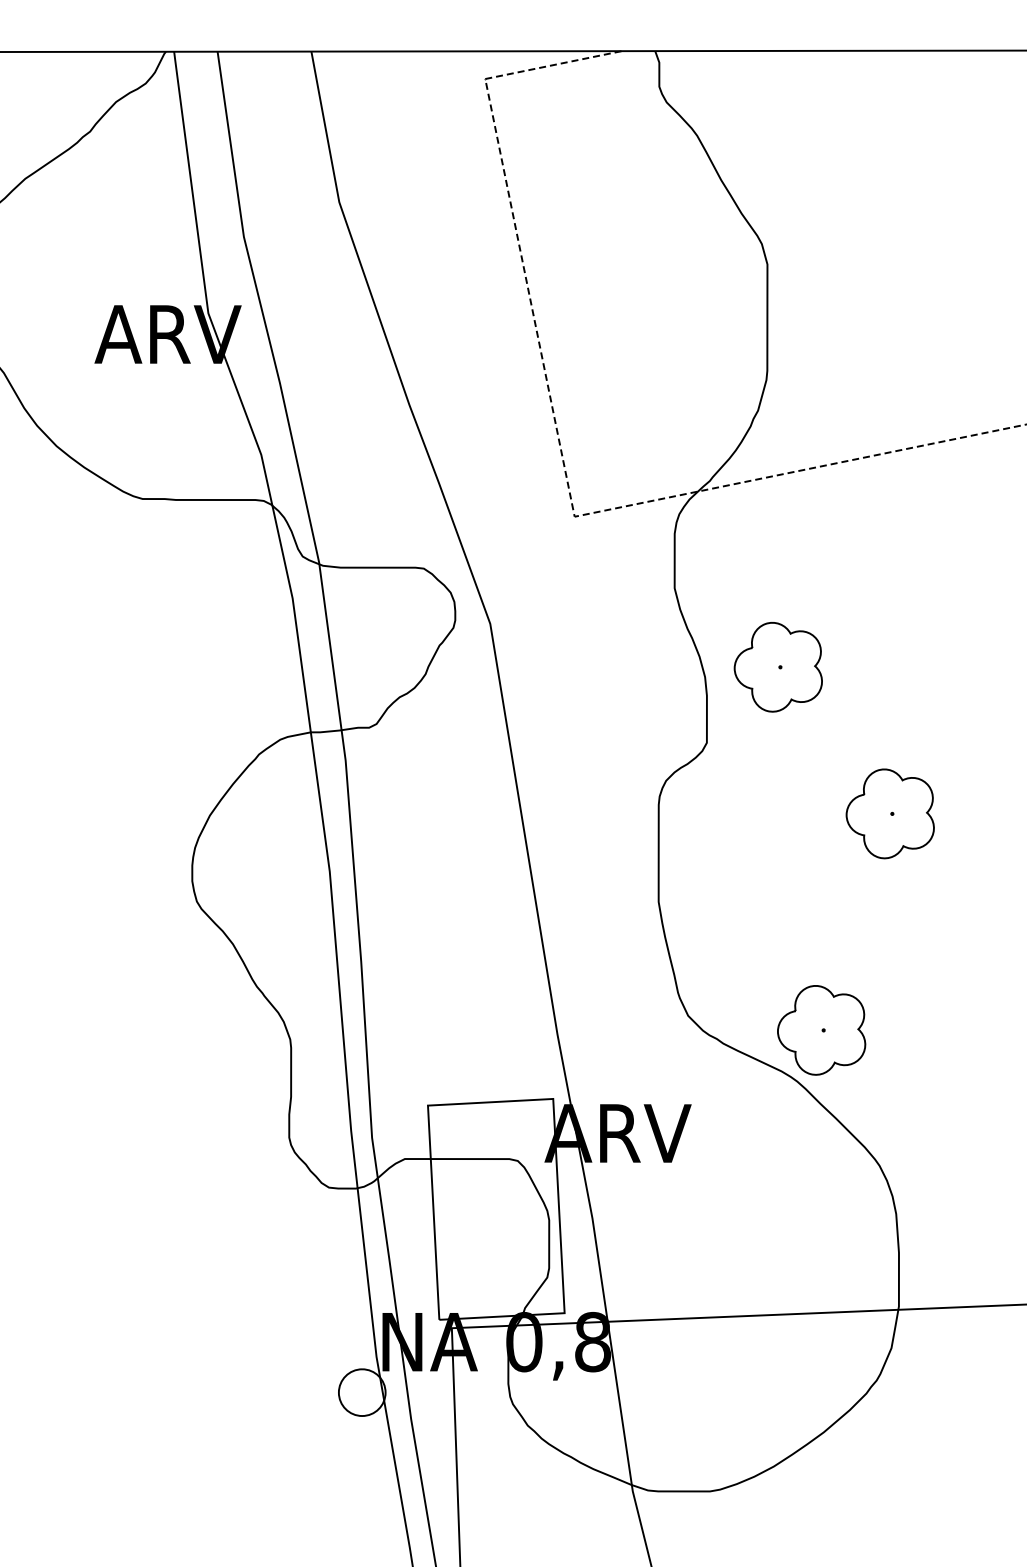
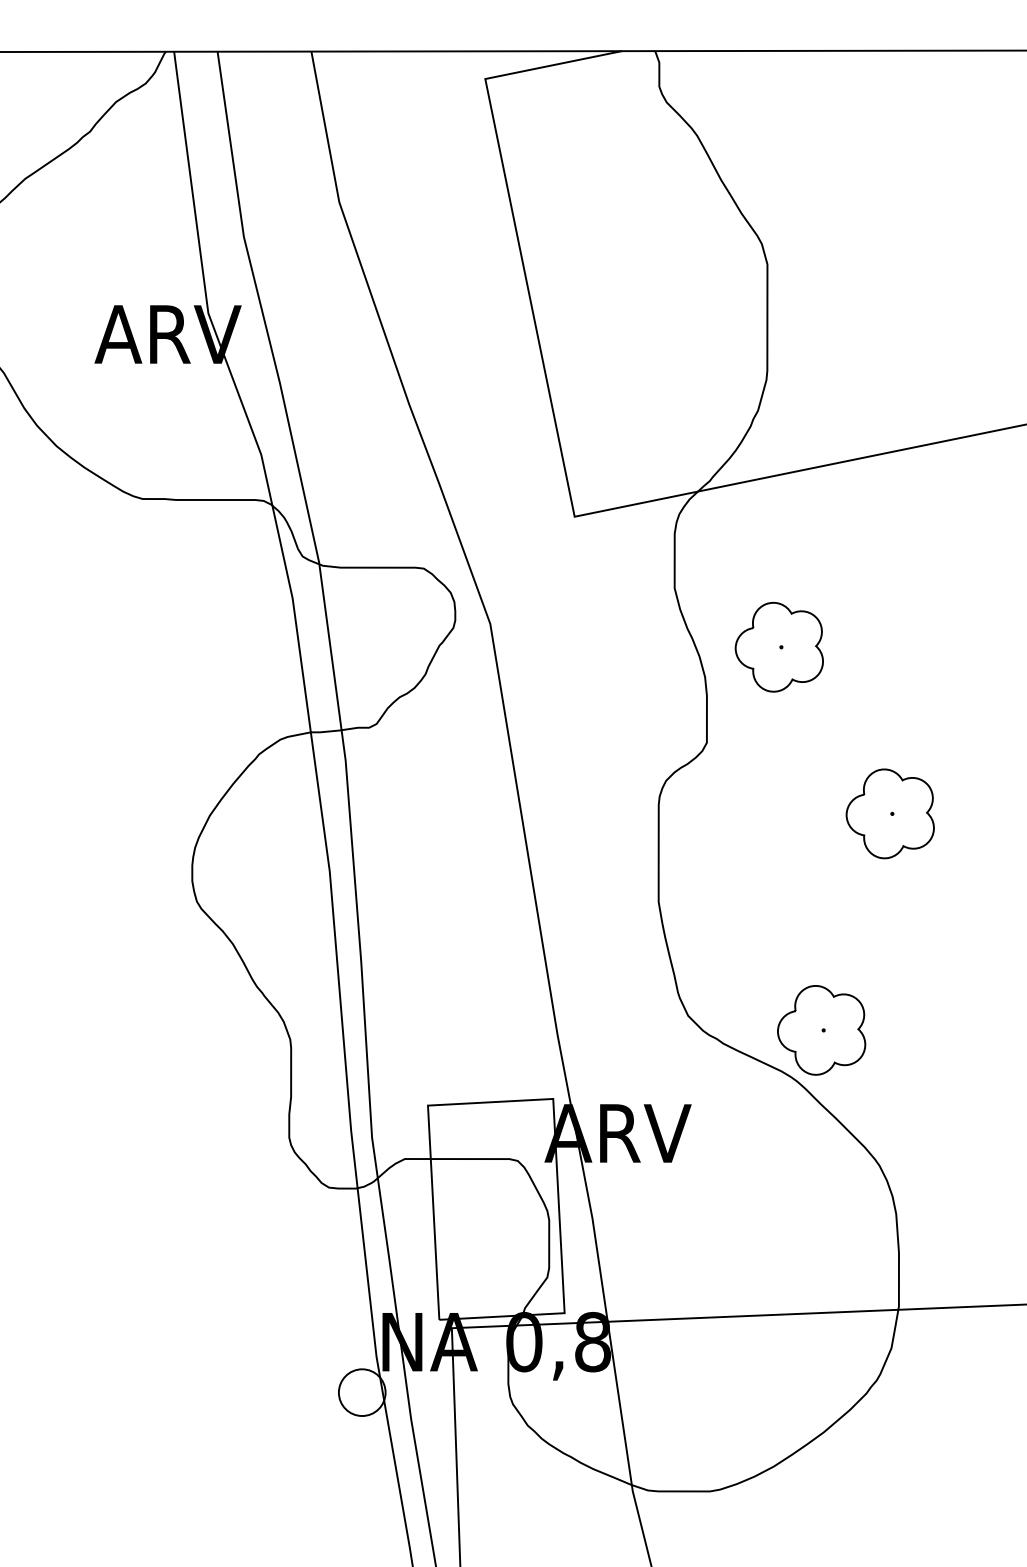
line at (562, 455): dashed -> solid
part at (777, 667) position: (777, 667) -> (778, 647)
